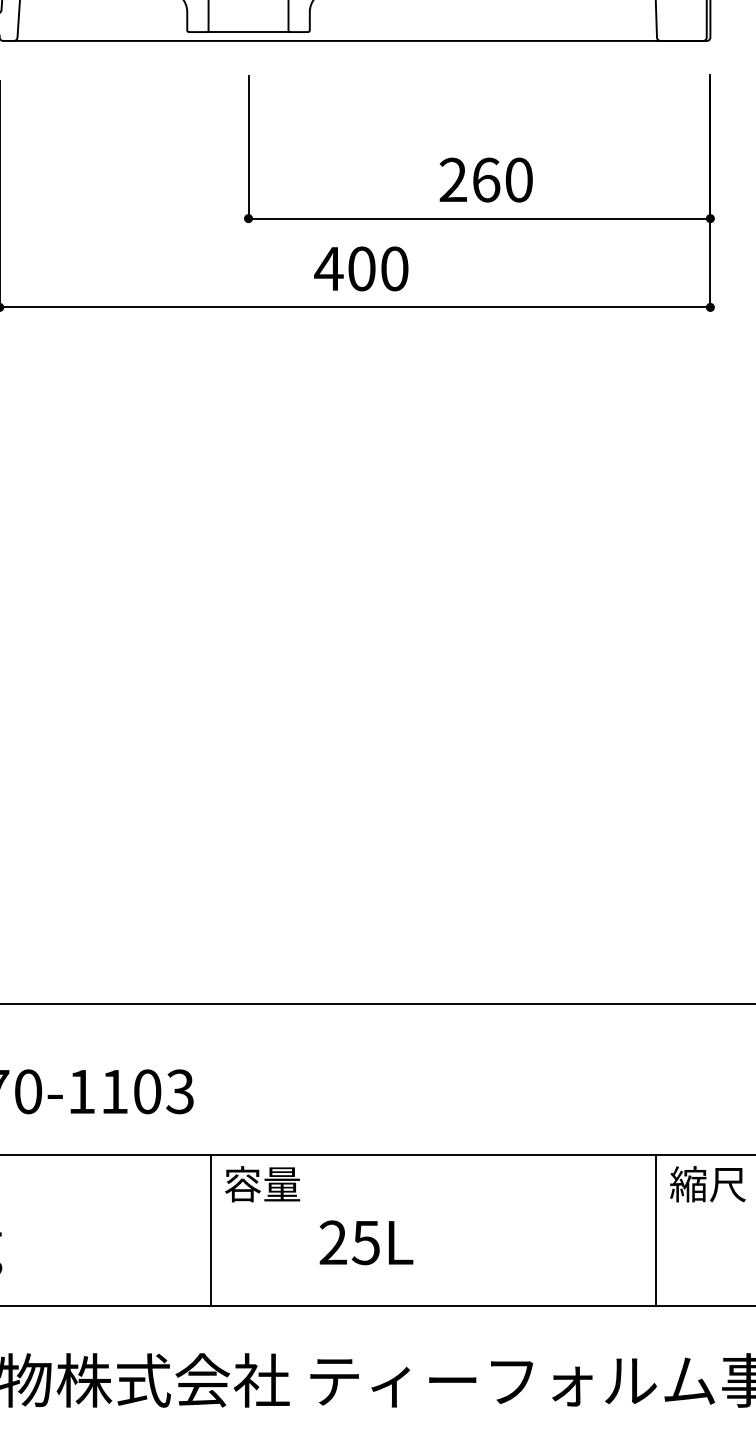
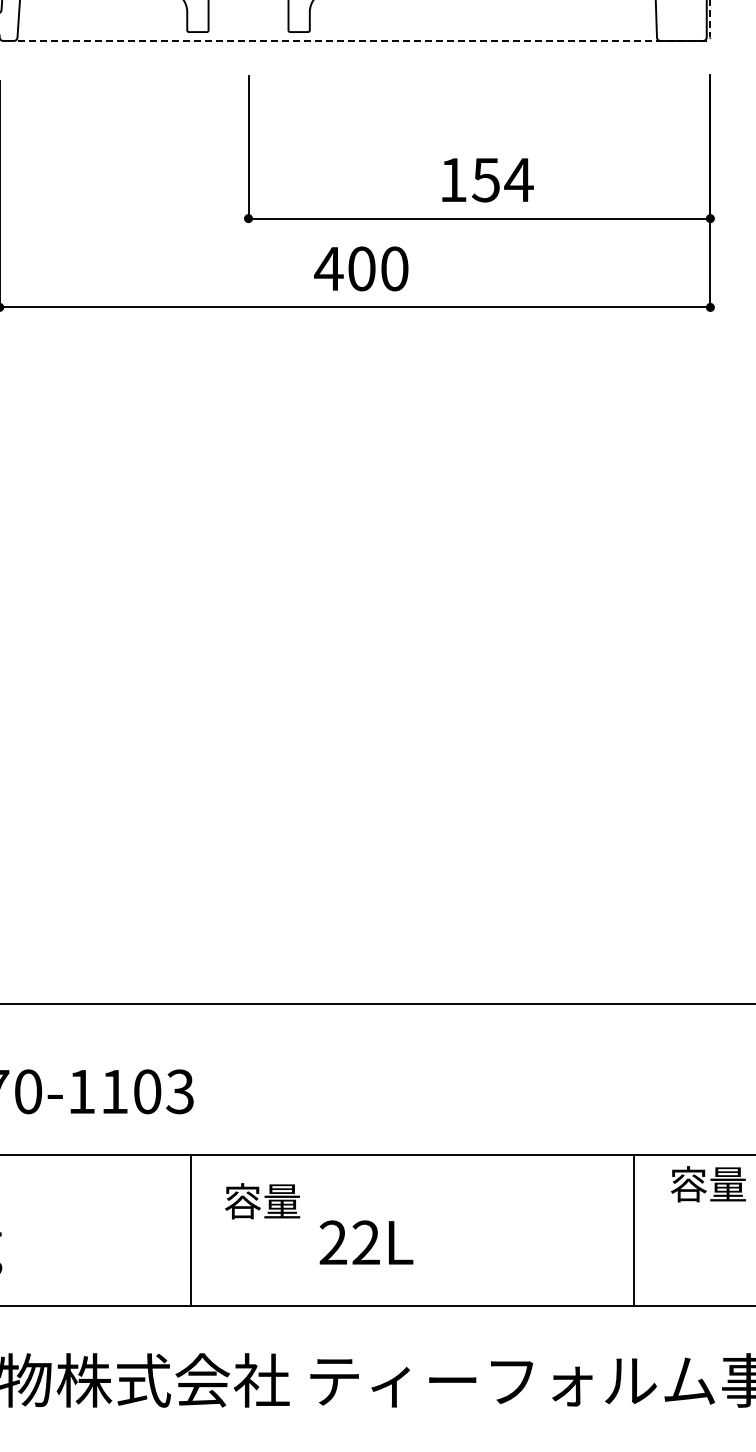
line at (248, 32): present -> none
line at (386, 40): solid -> dashed
text at (486, 179): 260 -> 154
text at (262, 1184) position: (262, 1184) -> (262, 1201)
text at (707, 1184): 縮尺 -> 容量
line at (210, 1230) position: (210, 1230) -> (190, 1230)
line at (656, 1230) position: (656, 1230) -> (634, 1230)
text at (365, 1242): 25L -> 22L
